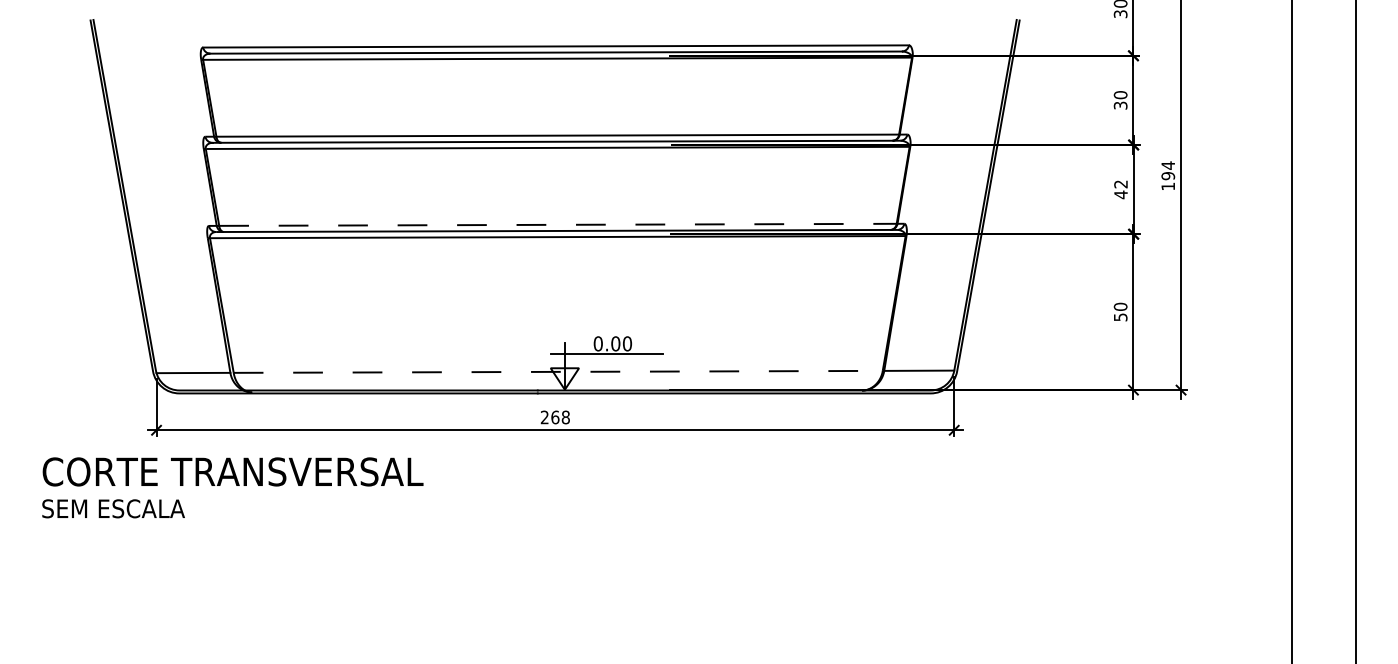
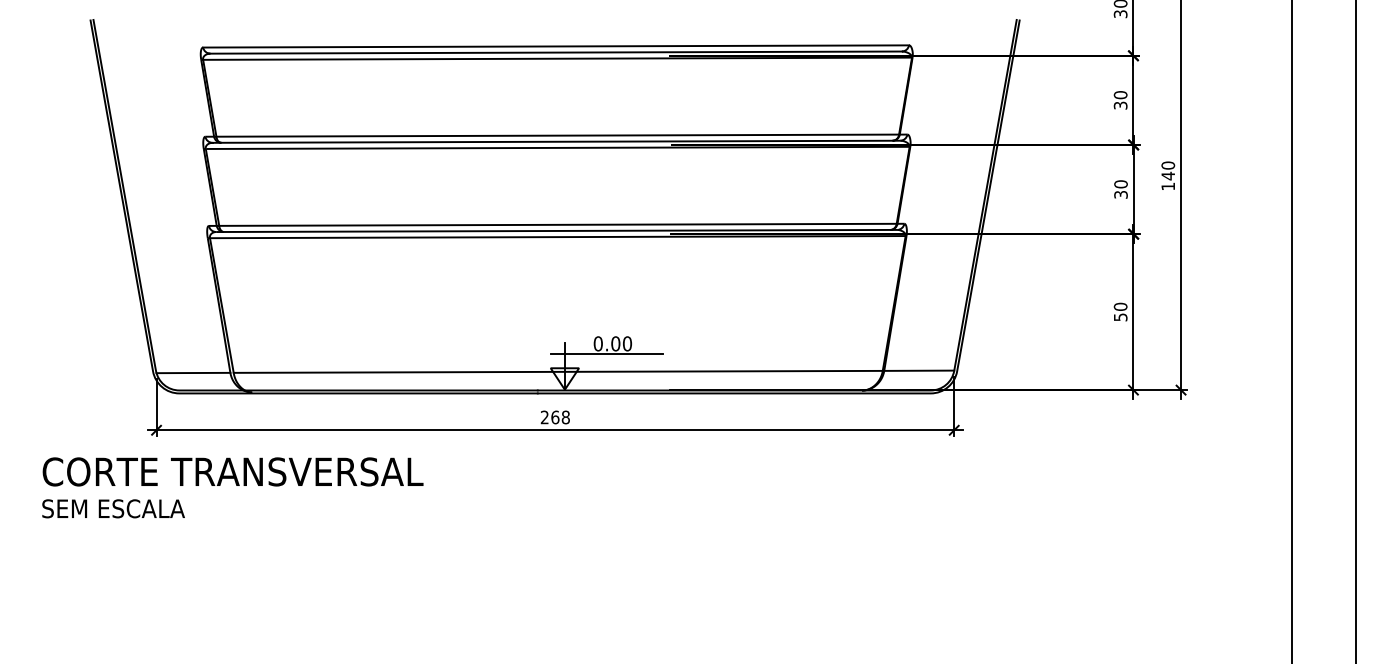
text at (1168, 170): 194 -> 140
text at (1120, 189): 42 -> 30
line at (557, 224): dashed -> solid
line at (558, 371): dashed -> solid
